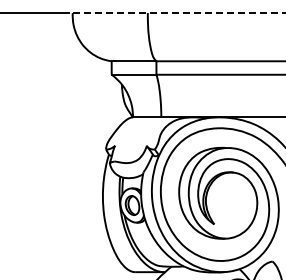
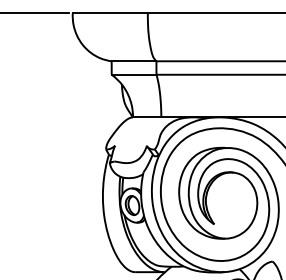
line at (178, 13): dashed -> solid
